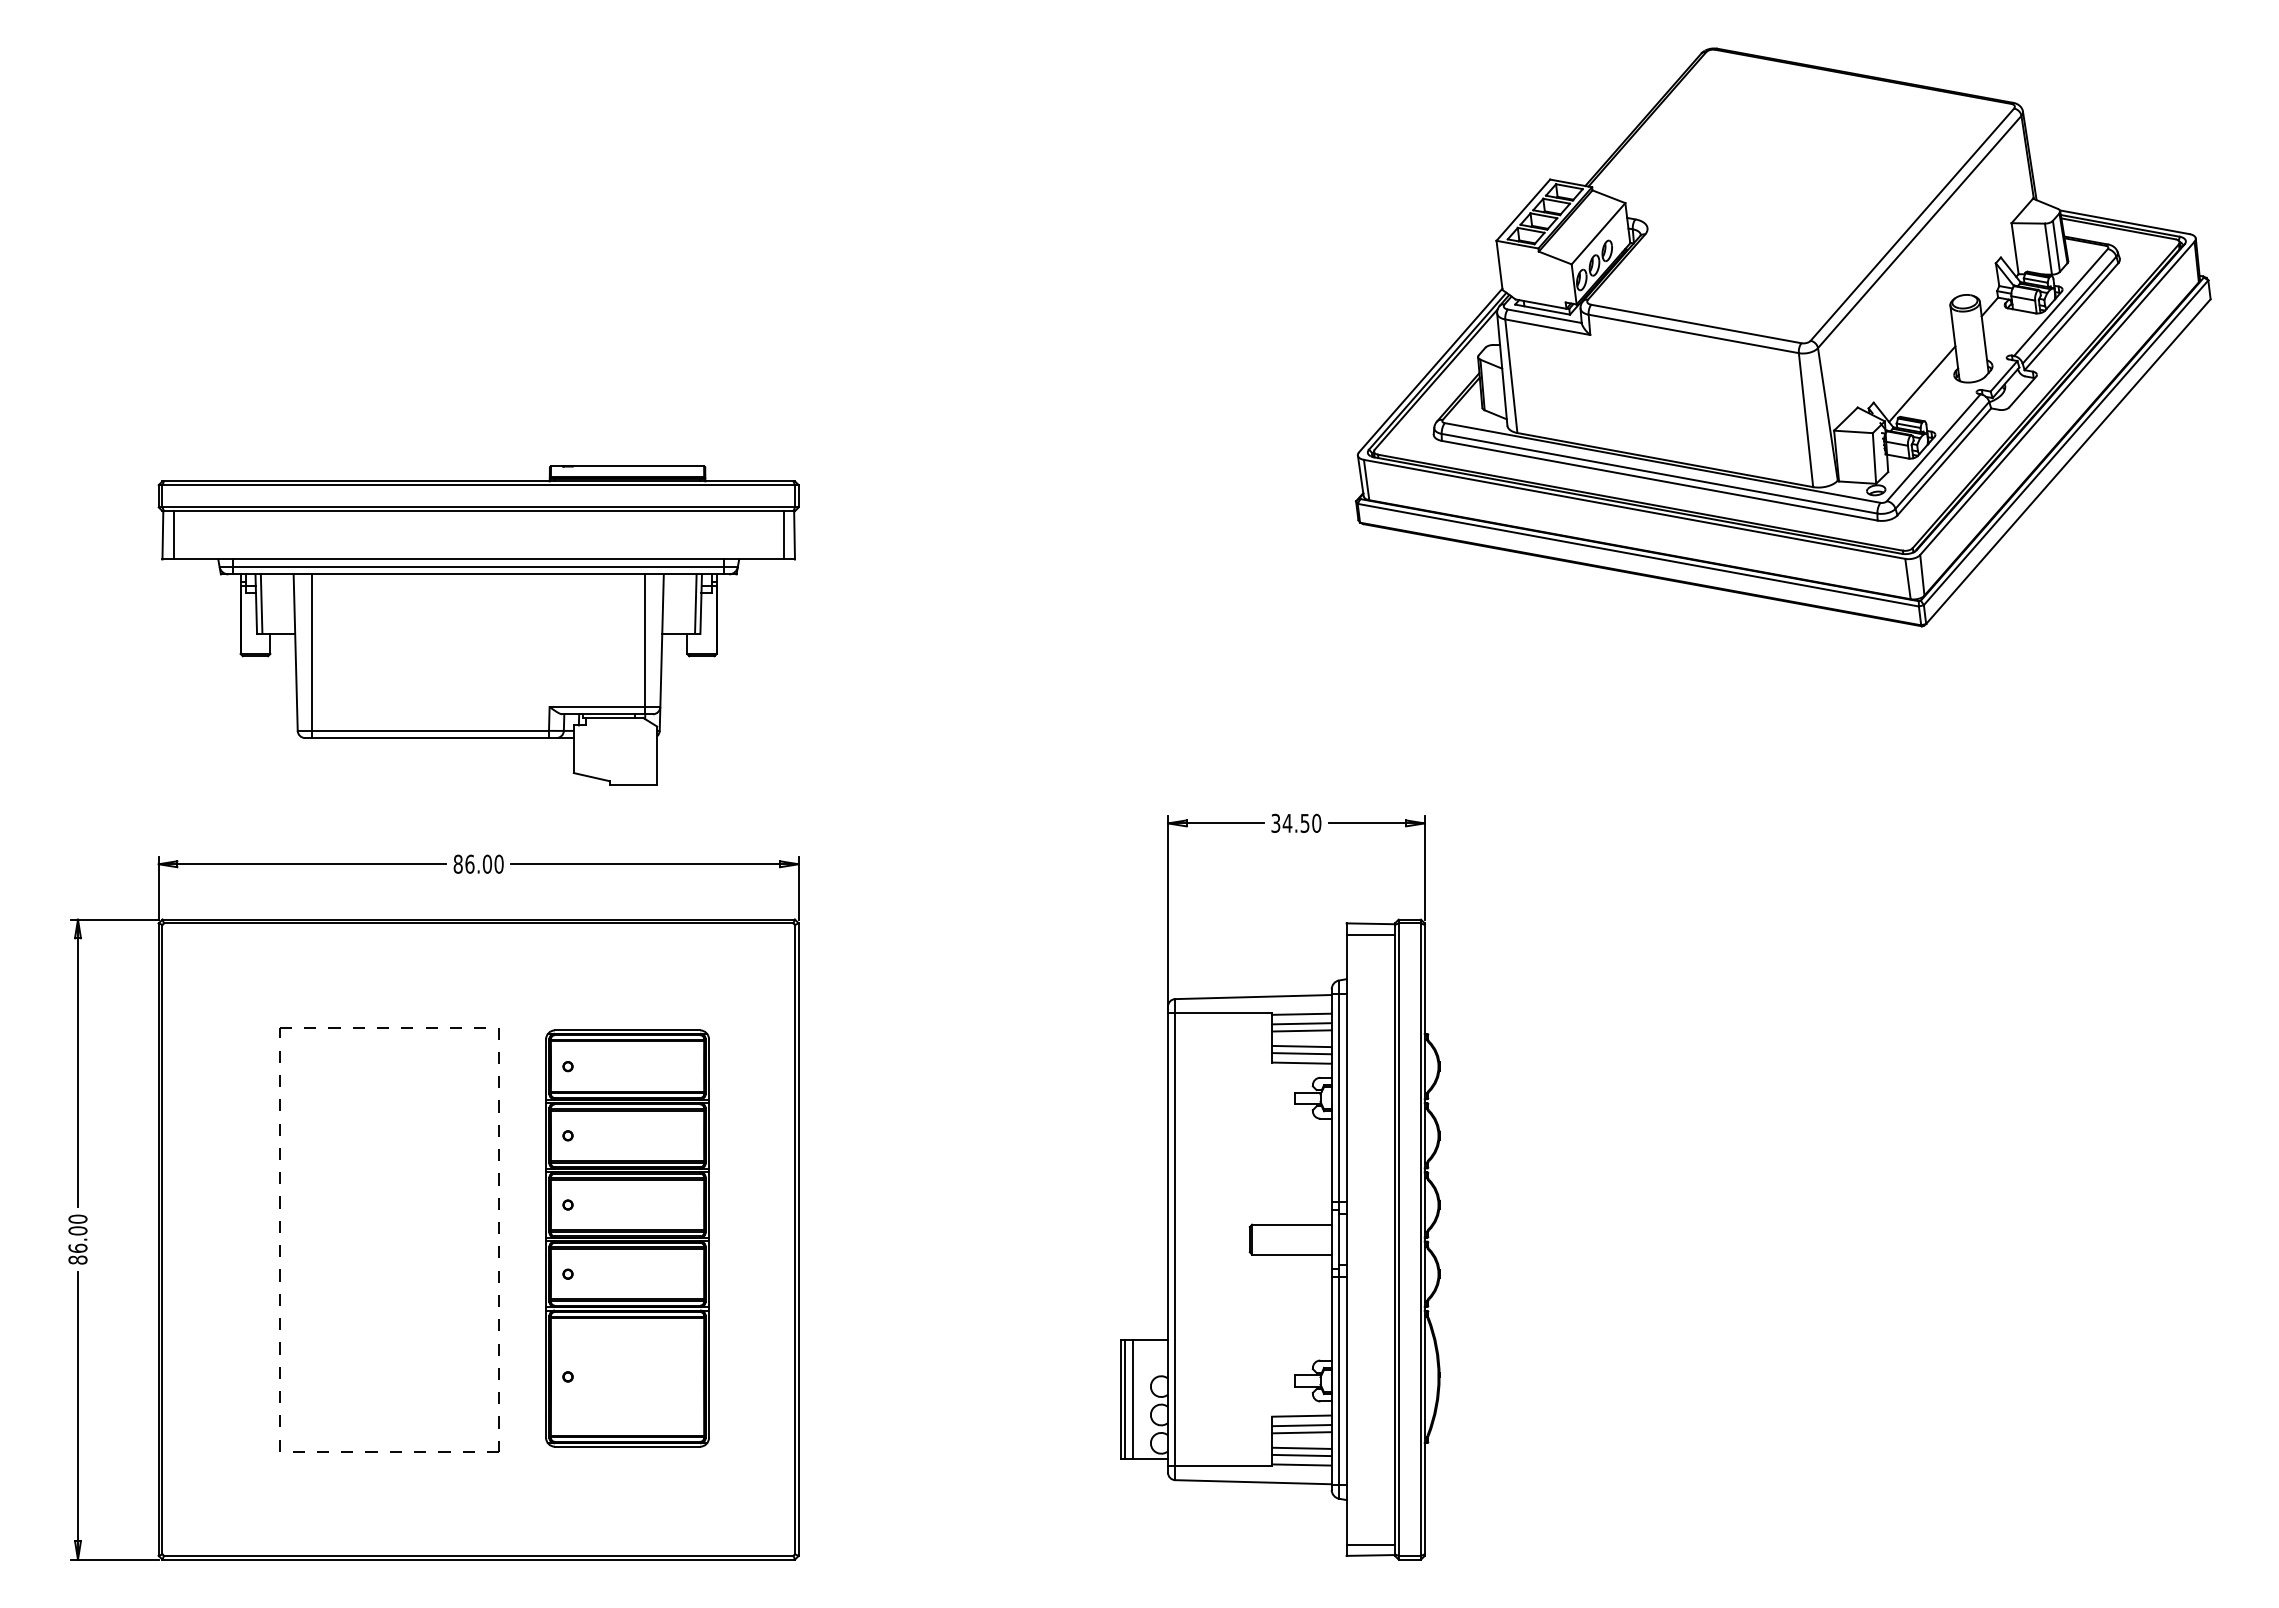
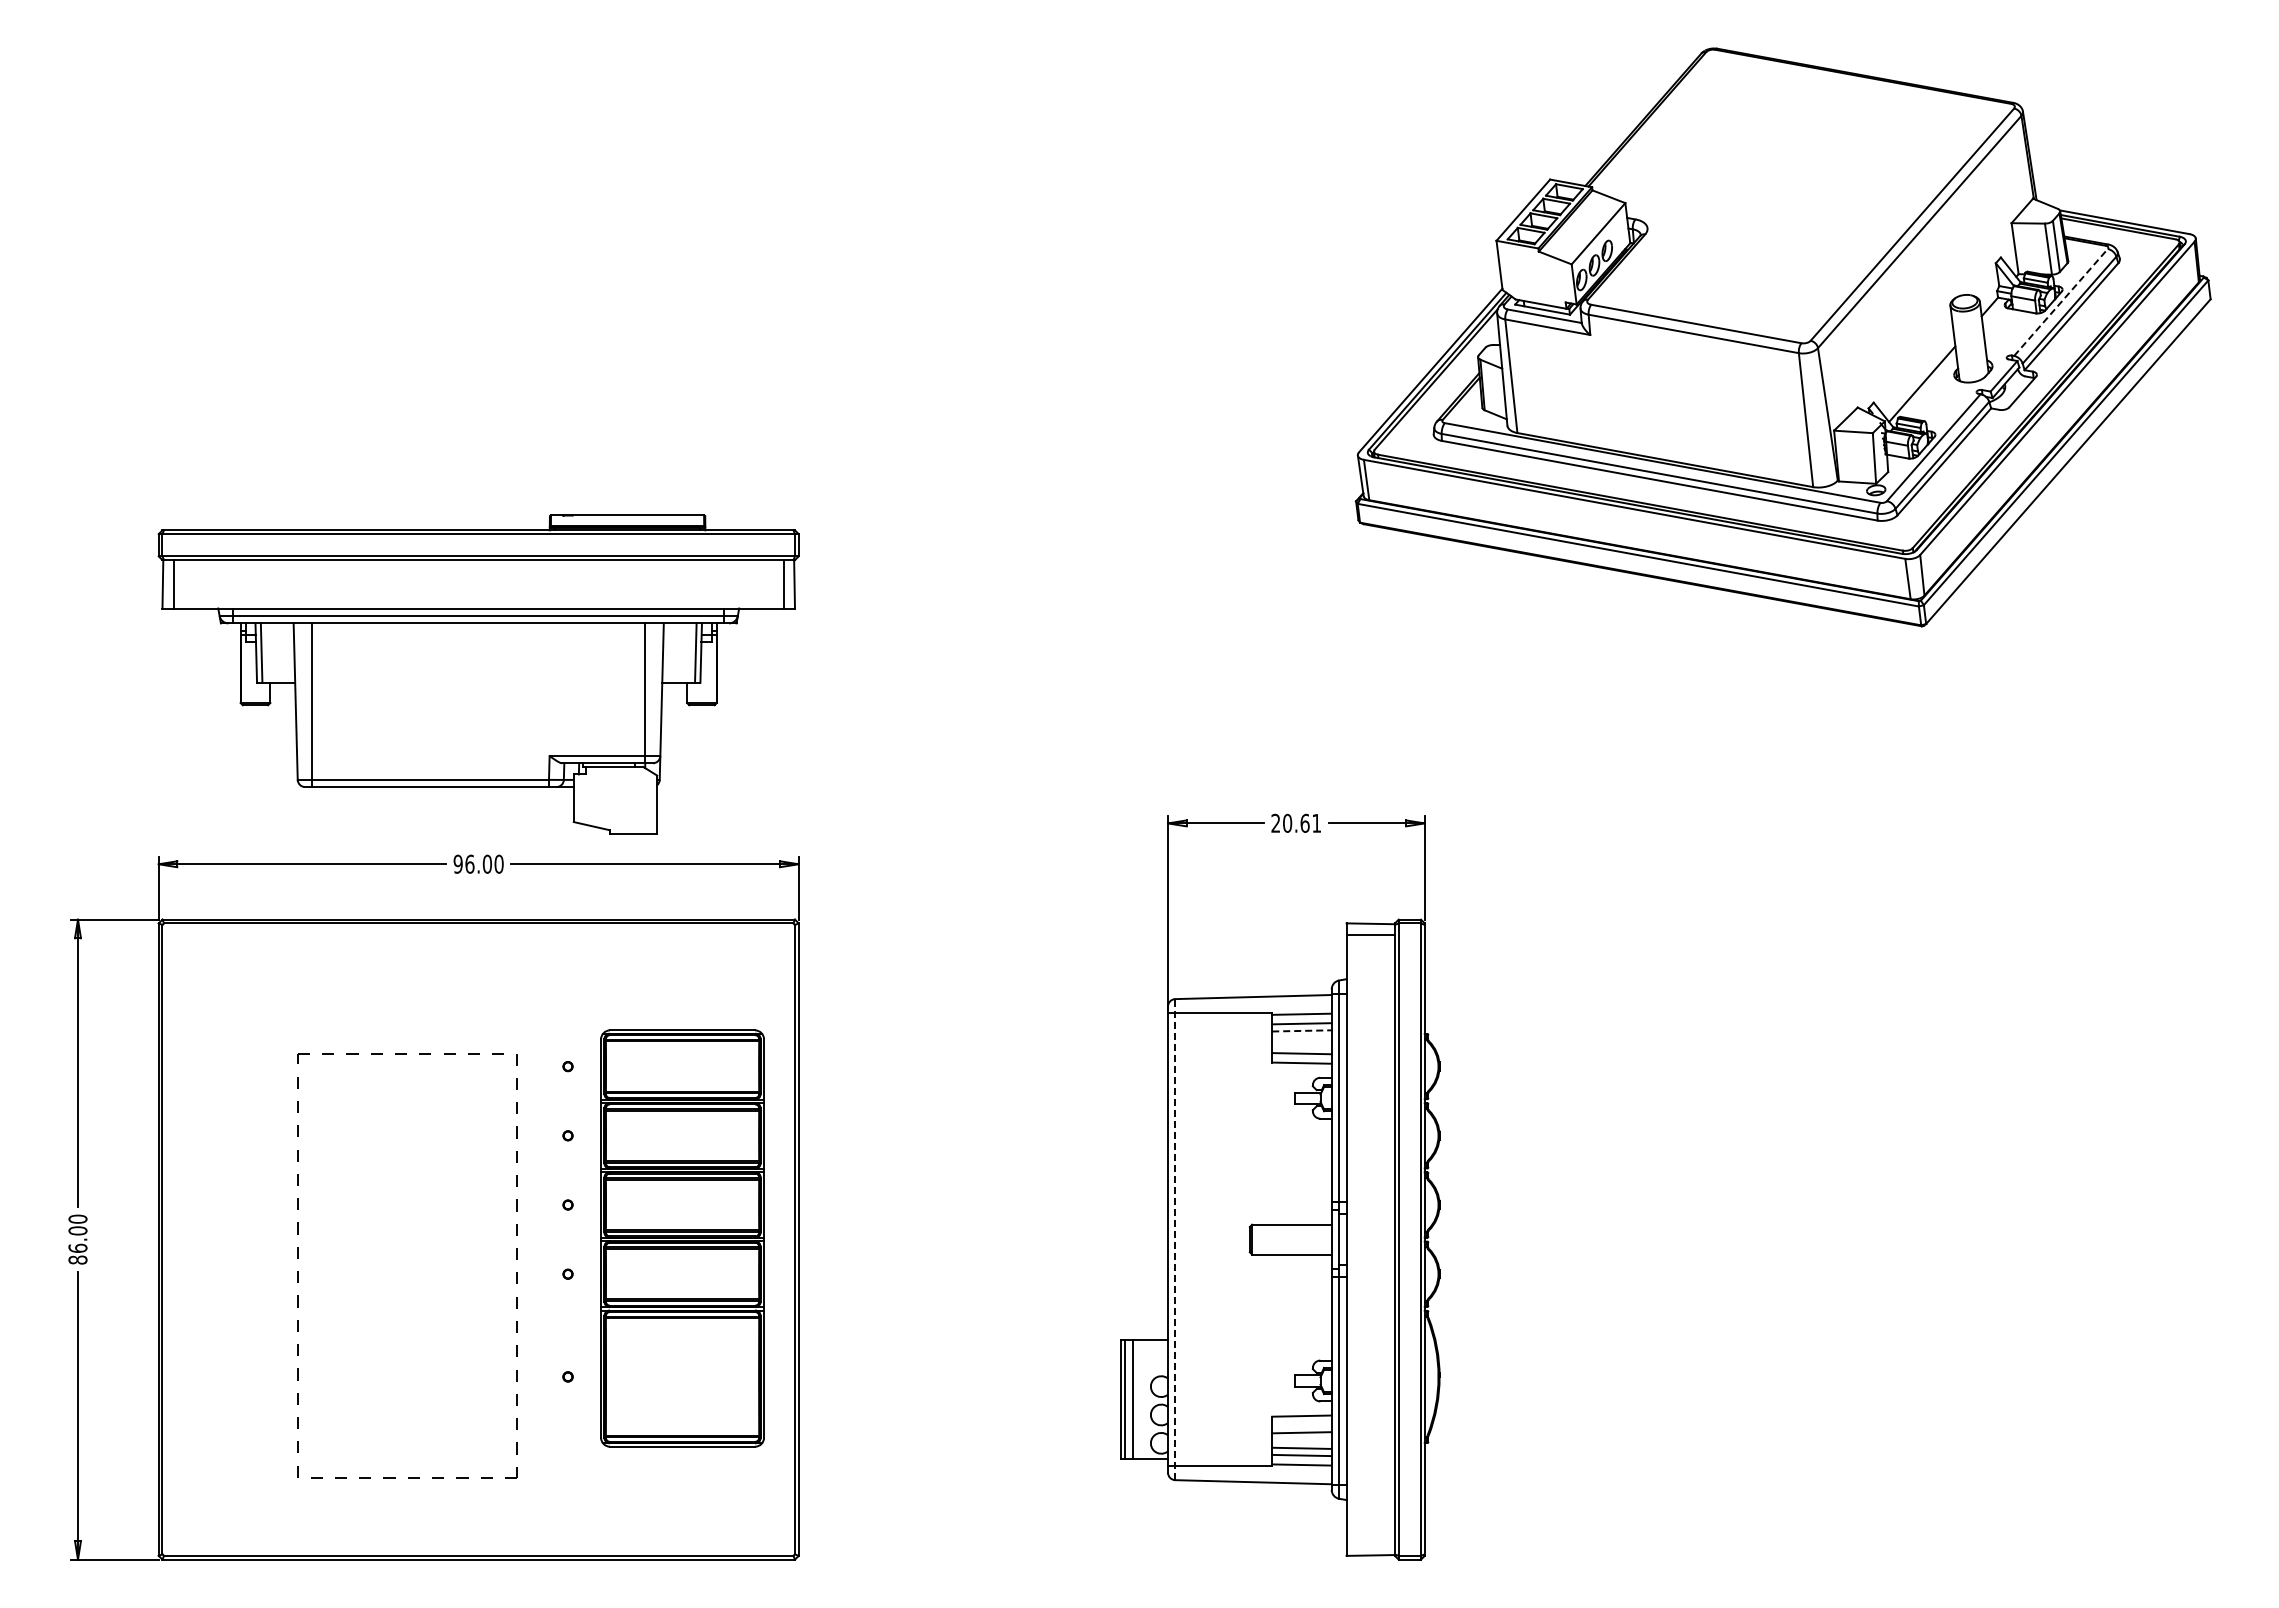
line at (2061, 302): solid -> dashed
part at (478, 625) position: (478, 625) -> (478, 674)
text at (1296, 822): 34.50 -> 20.61
text at (457, 863): 86.00 -> 96.00
line at (1301, 1030): solid -> dashed
line at (1301, 1046): present -> none
part at (498, 1233) position: (498, 1233) -> (516, 1259)
part at (627, 1238) position: (627, 1238) -> (682, 1238)
line at (1175, 1239): solid -> dashed
line at (1301, 1425): present -> none
line at (1370, 1544): present -> none
